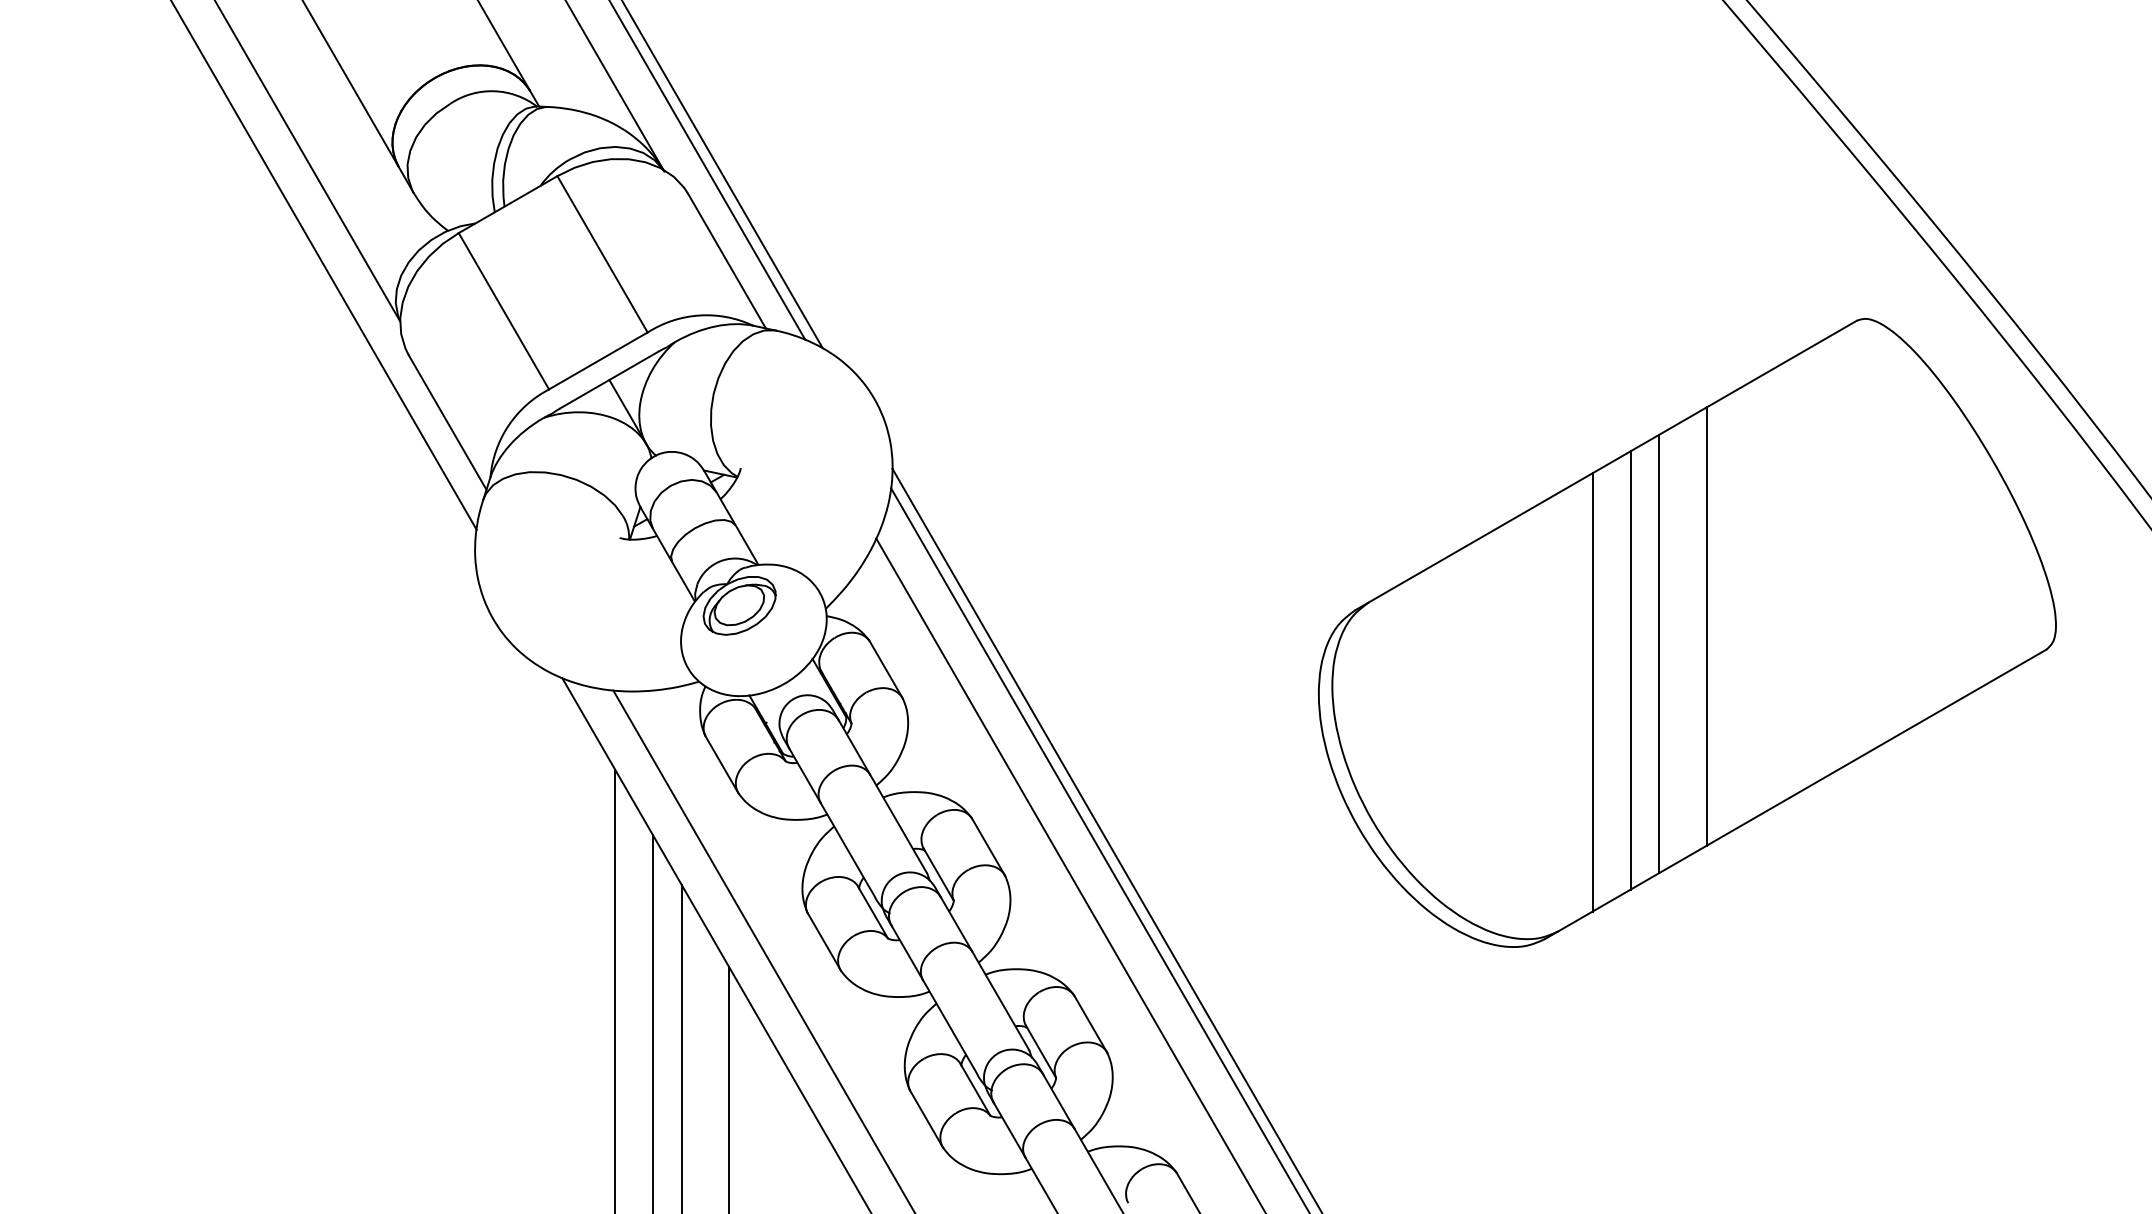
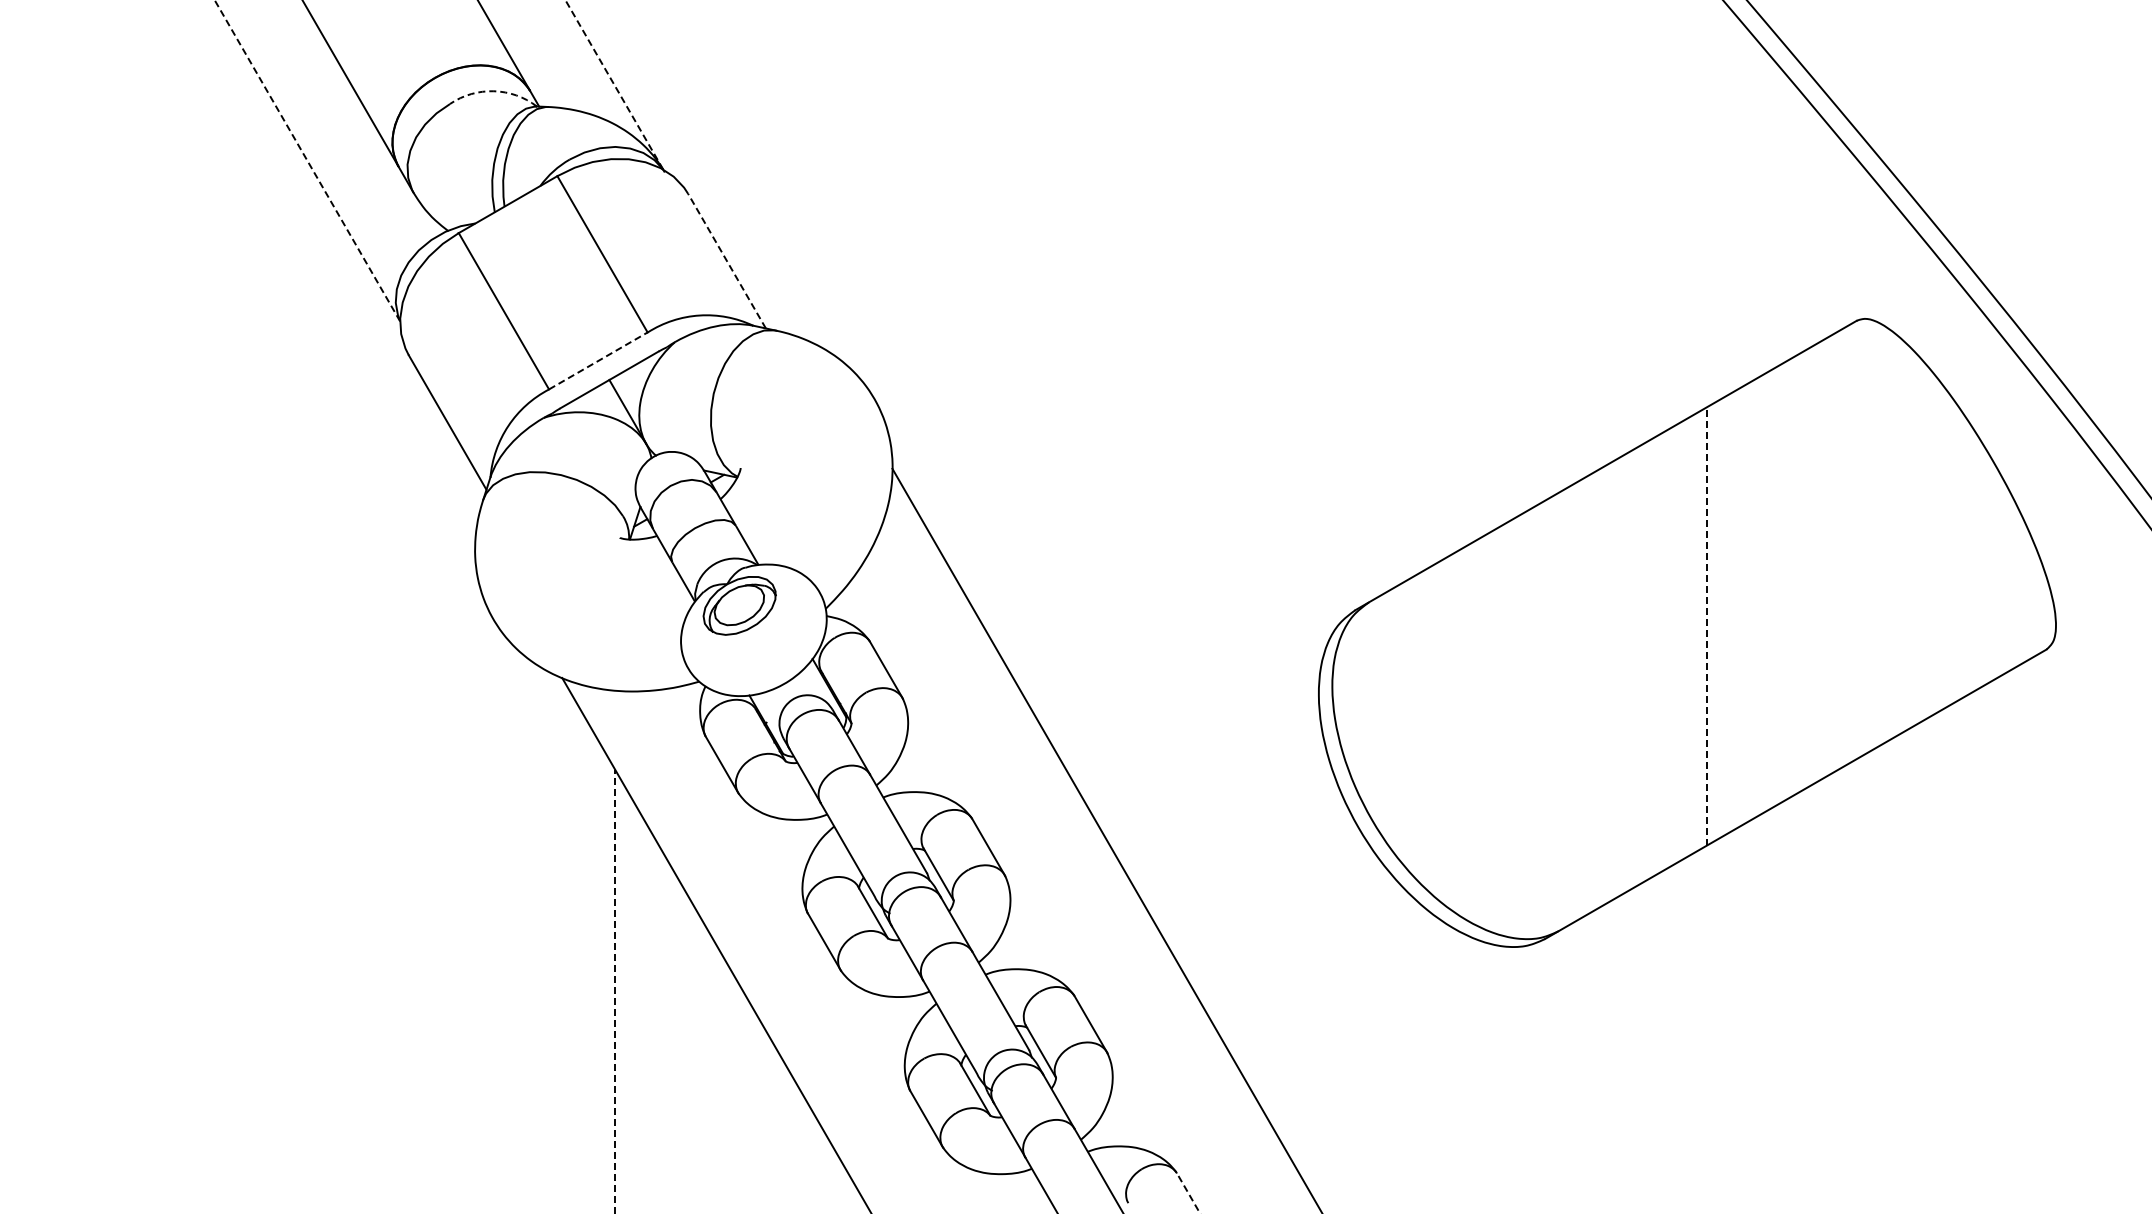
line at (614, 84): solid -> dashed
arc at (493, 91): solid -> dashed
line at (307, 160): solid -> dashed
line at (707, 170): present -> none
line at (722, 175): present -> none
line at (727, 261): solid -> dashed
line at (324, 265): present -> none
line at (598, 360): solid -> dashed
line at (1706, 626): solid -> dashed
line at (1659, 653): present -> none
line at (1630, 670): present -> none
line at (1592, 692): present -> none
line at (1099, 849): present -> none
line at (1070, 874): present -> none
line at (763, 950): present -> none
line at (615, 991): solid -> dashed
line at (653, 1022): present -> none
line at (681, 1047): present -> none
line at (728, 1088): present -> none
line at (1188, 1192): solid -> dashed
